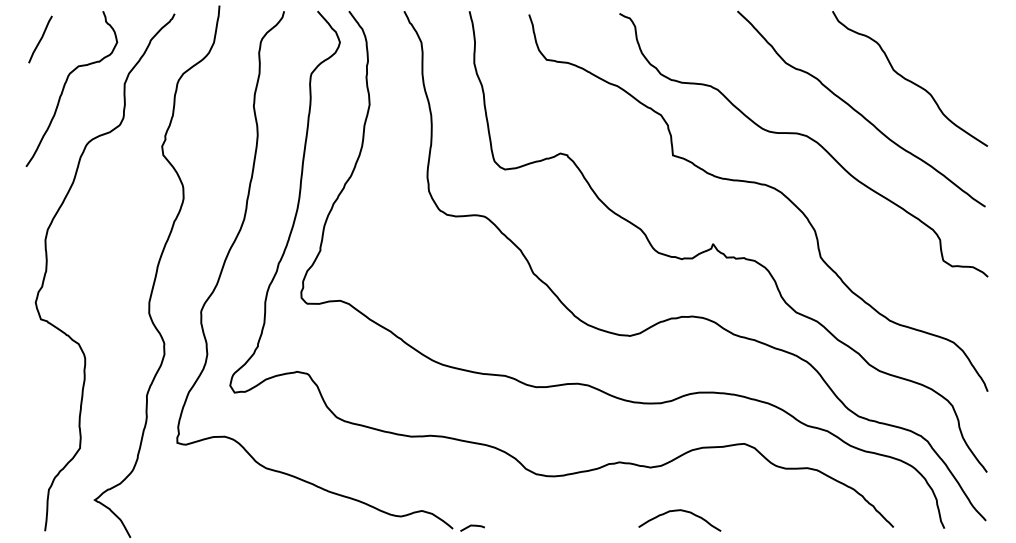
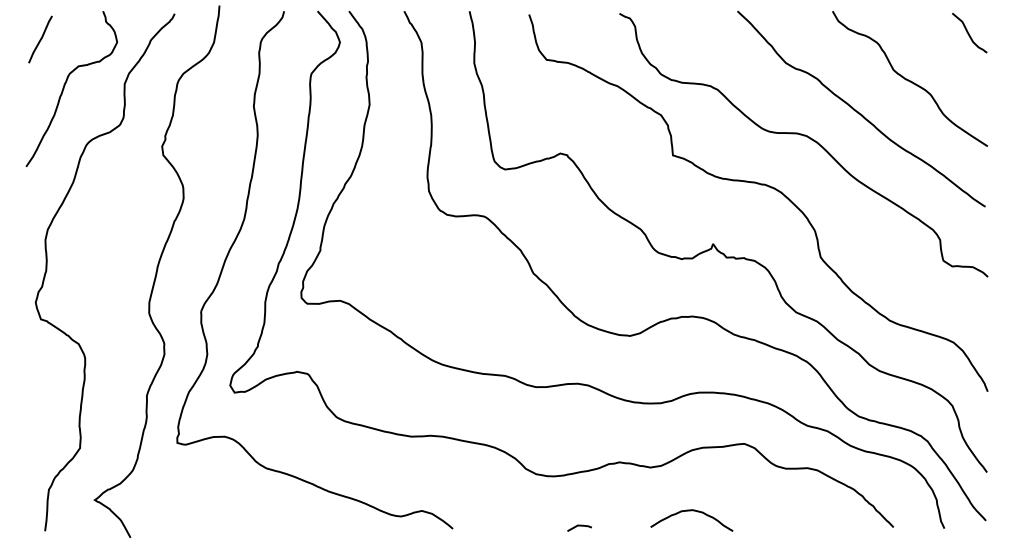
curve at (969, 33): none -> present
curve at (679, 511) position: (679, 511) -> (691, 511)
line at (472, 526) position: (472, 526) -> (579, 526)
